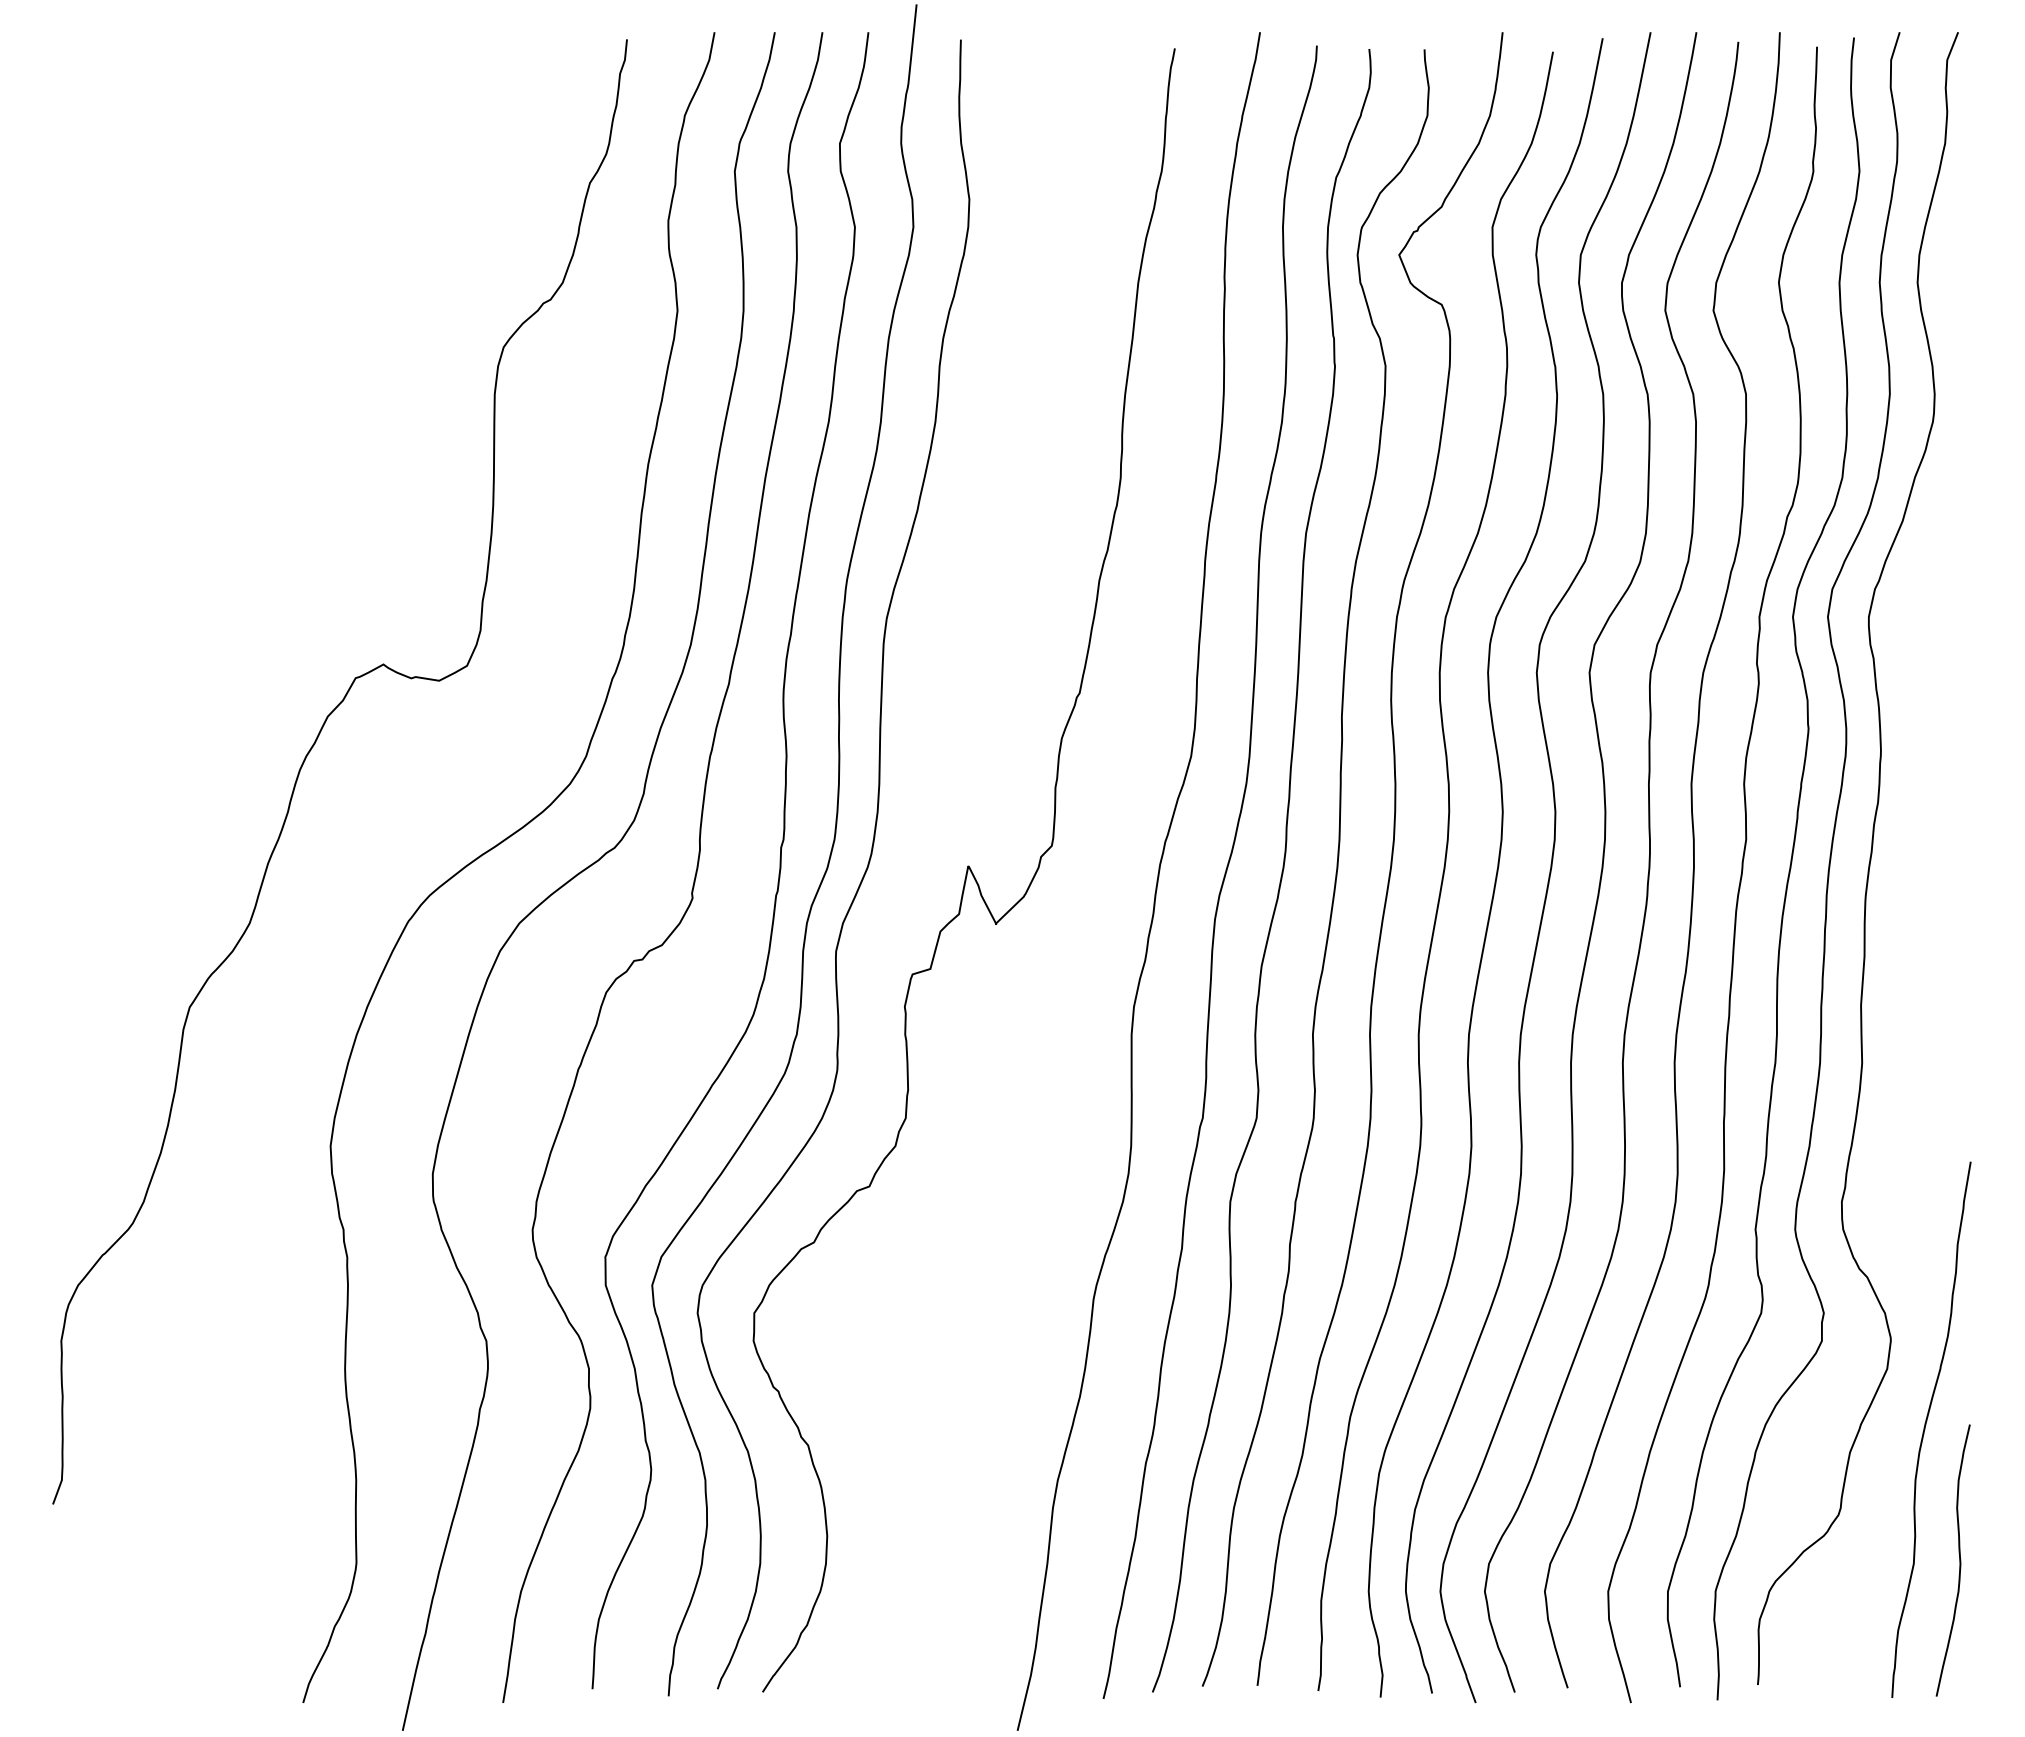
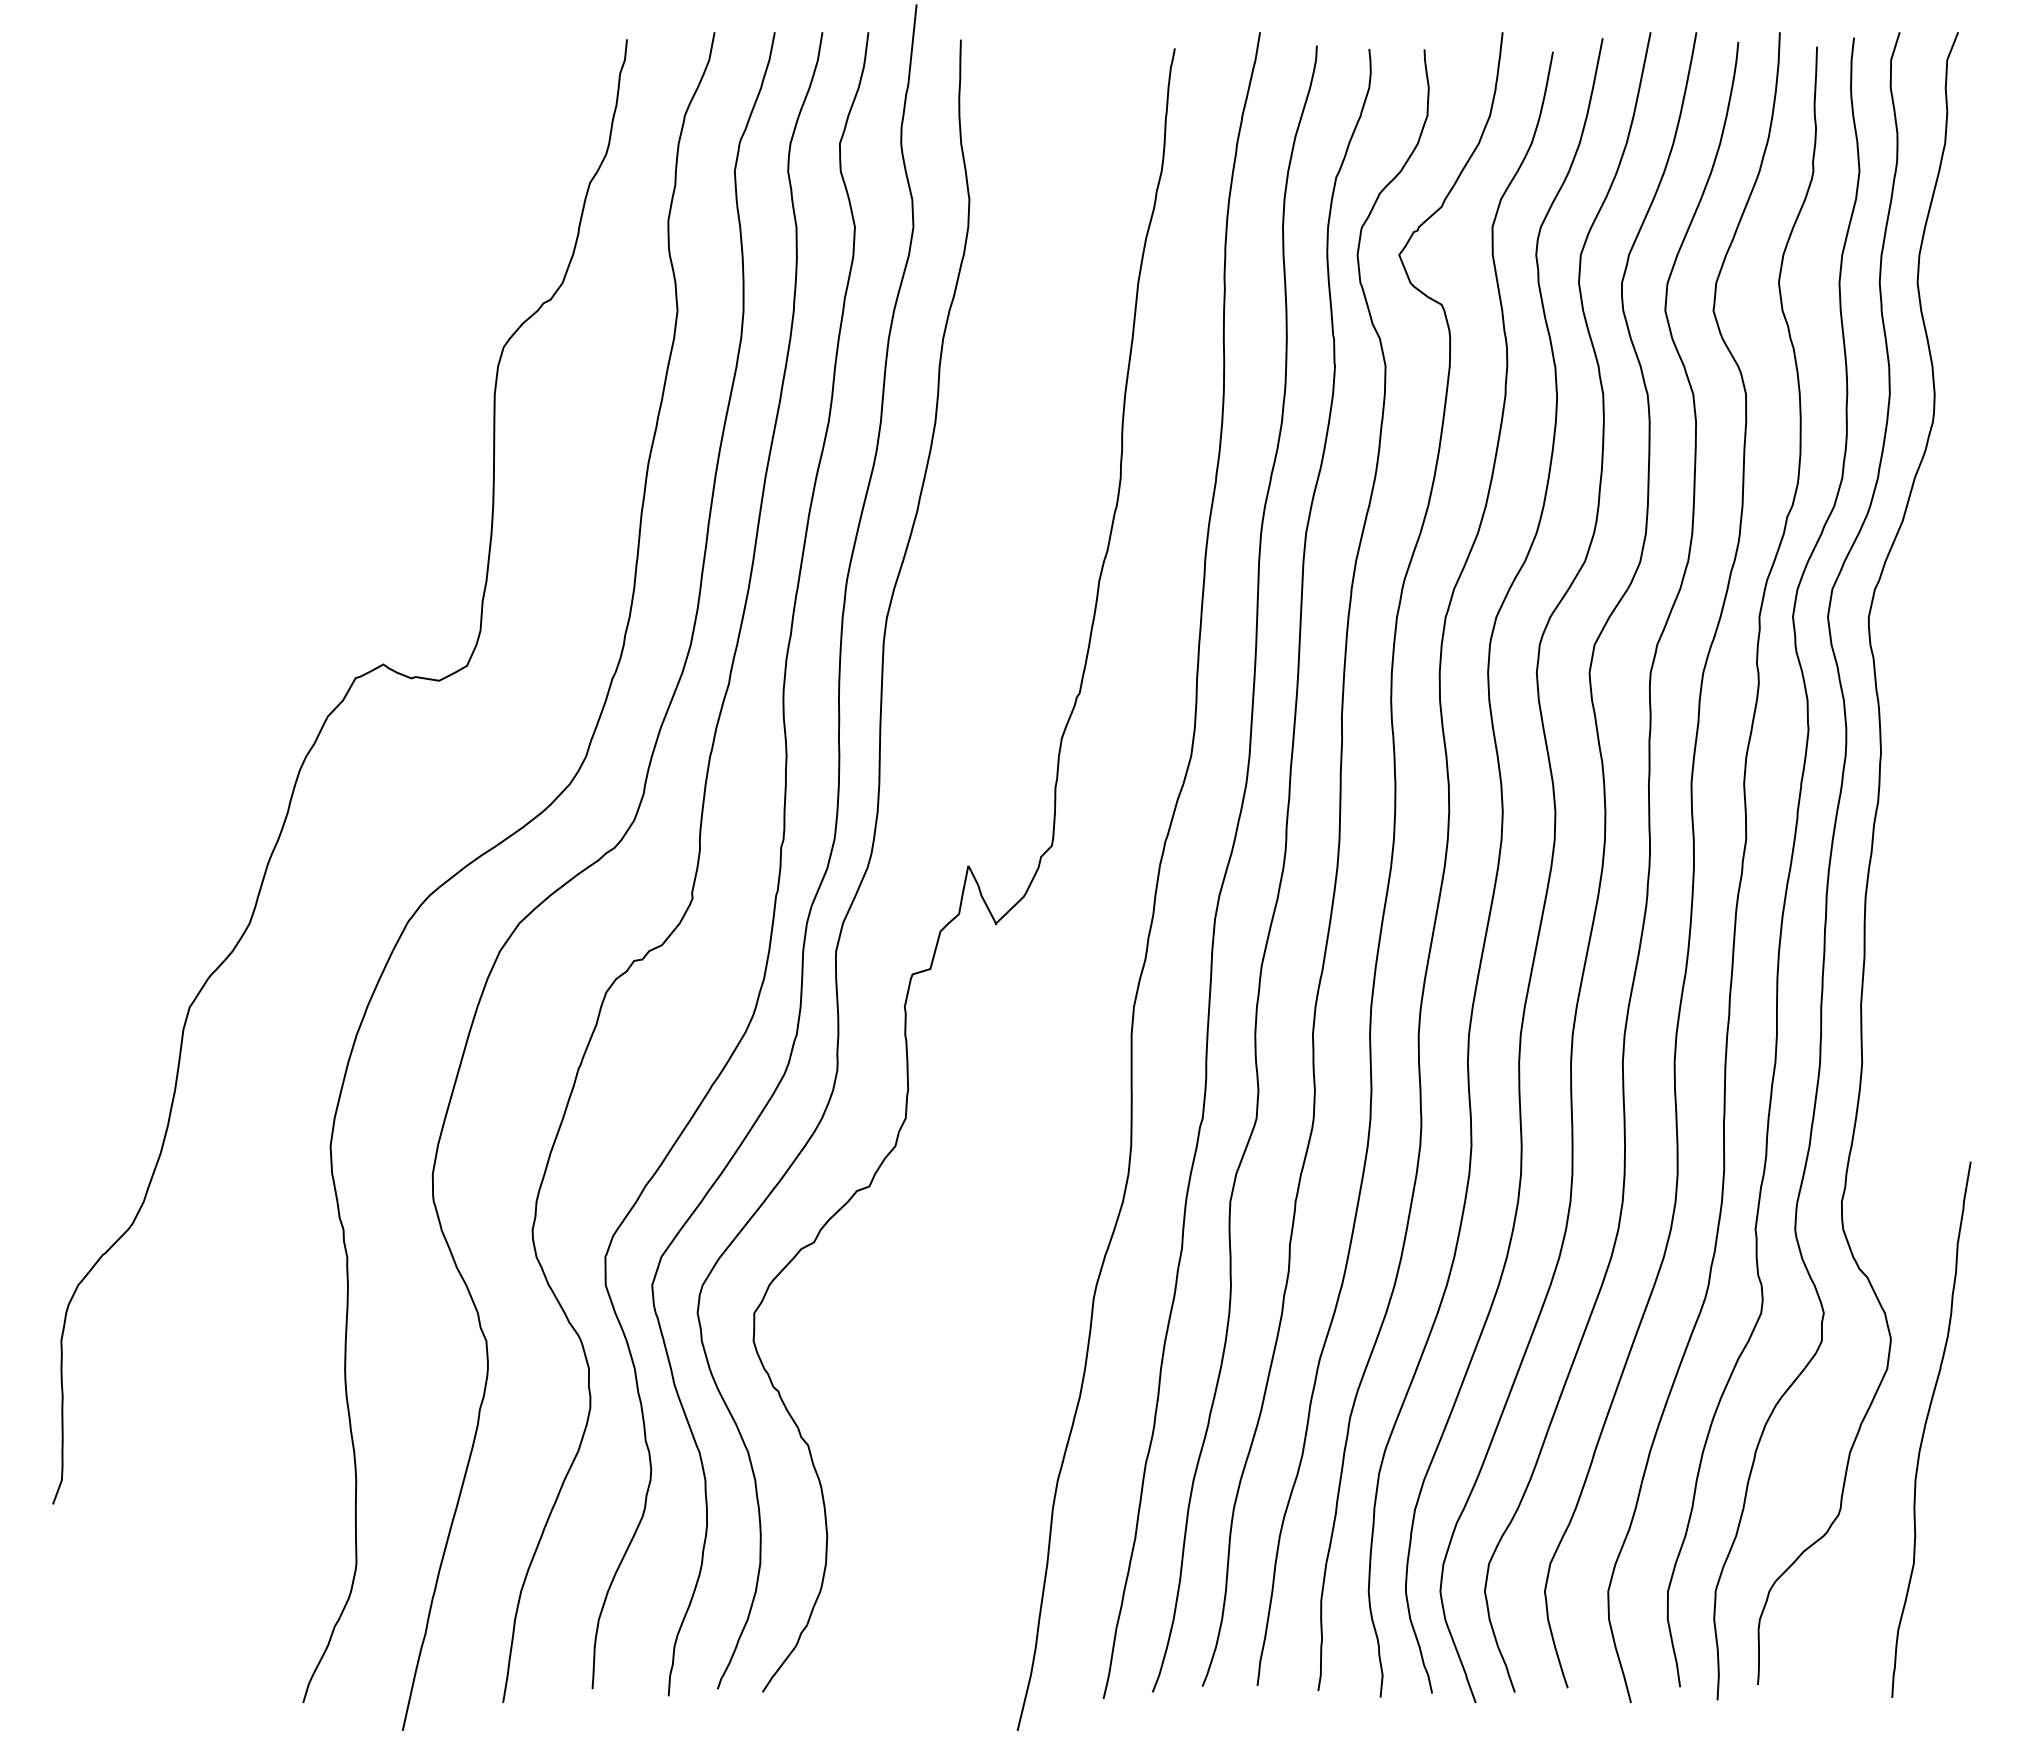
curve at (1959, 1560): present -> none
